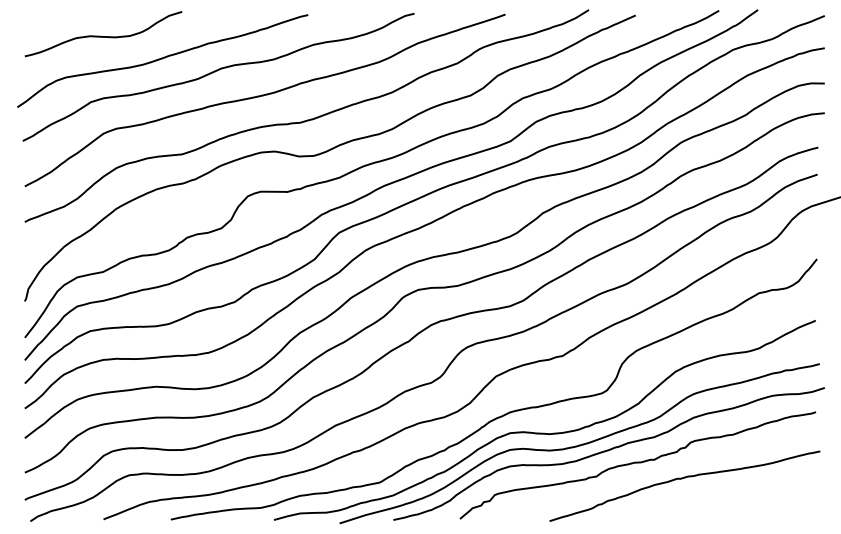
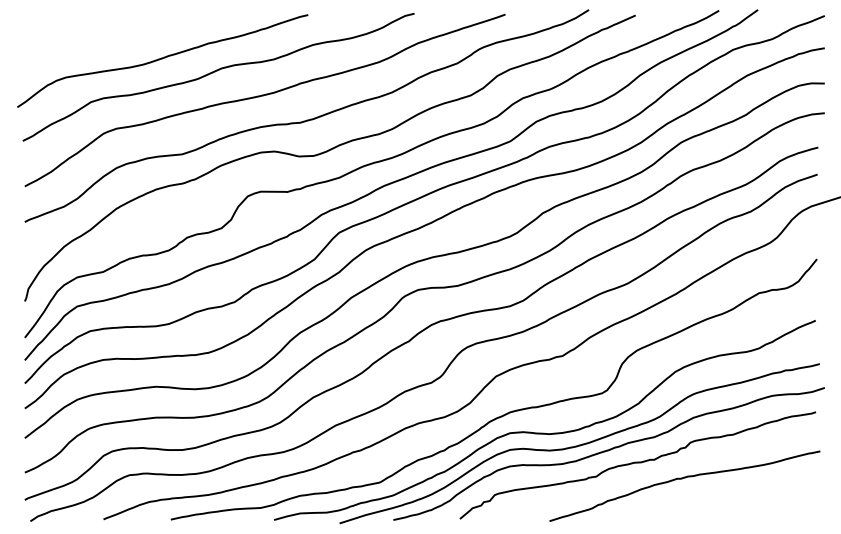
curve at (103, 36): present -> none
